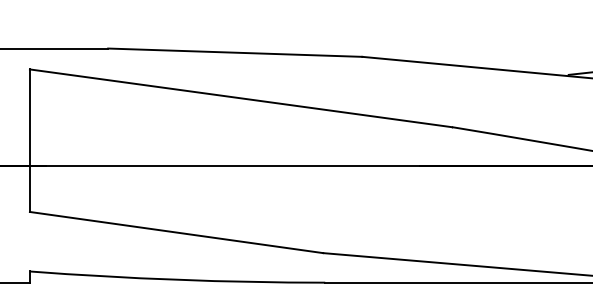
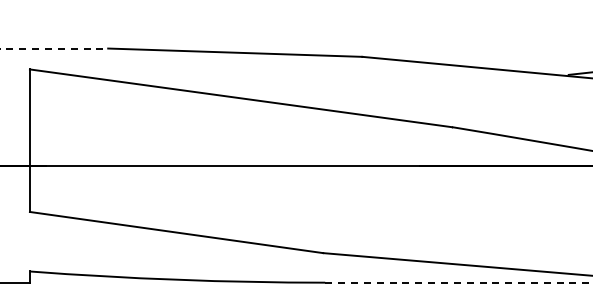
line at (54, 48): solid -> dashed
line at (458, 282): solid -> dashed
